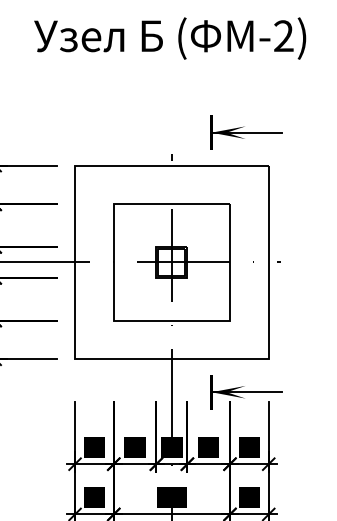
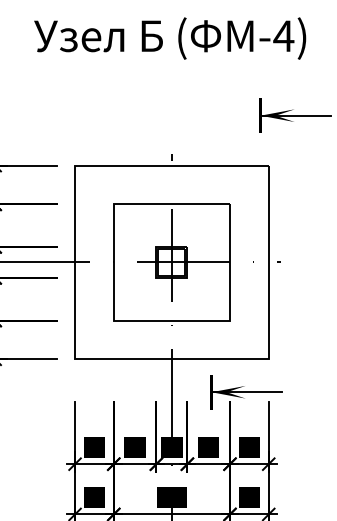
text at (283, 35): -2) -> -4)
part at (246, 132) position: (246, 132) -> (295, 115)
